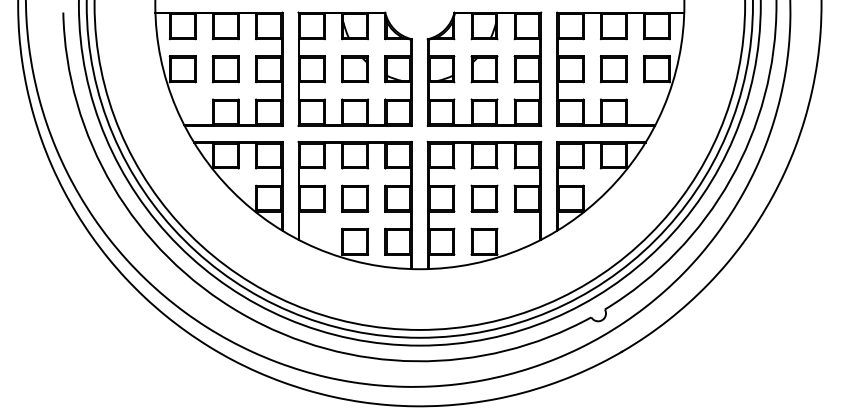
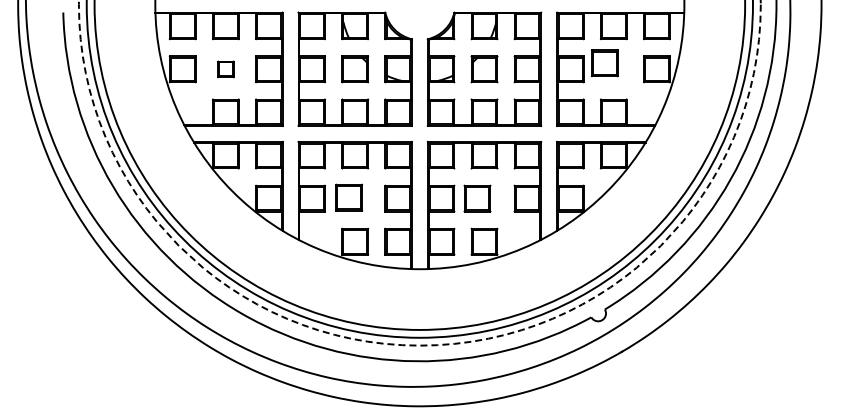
part at (225, 69) size: 28x29 px -> 18x19 px
part at (613, 69) position: (613, 69) -> (604, 63)
circle at (419, 172): solid -> dashed
part at (355, 198) position: (355, 198) -> (349, 197)
part at (484, 198) position: (484, 198) -> (477, 198)
